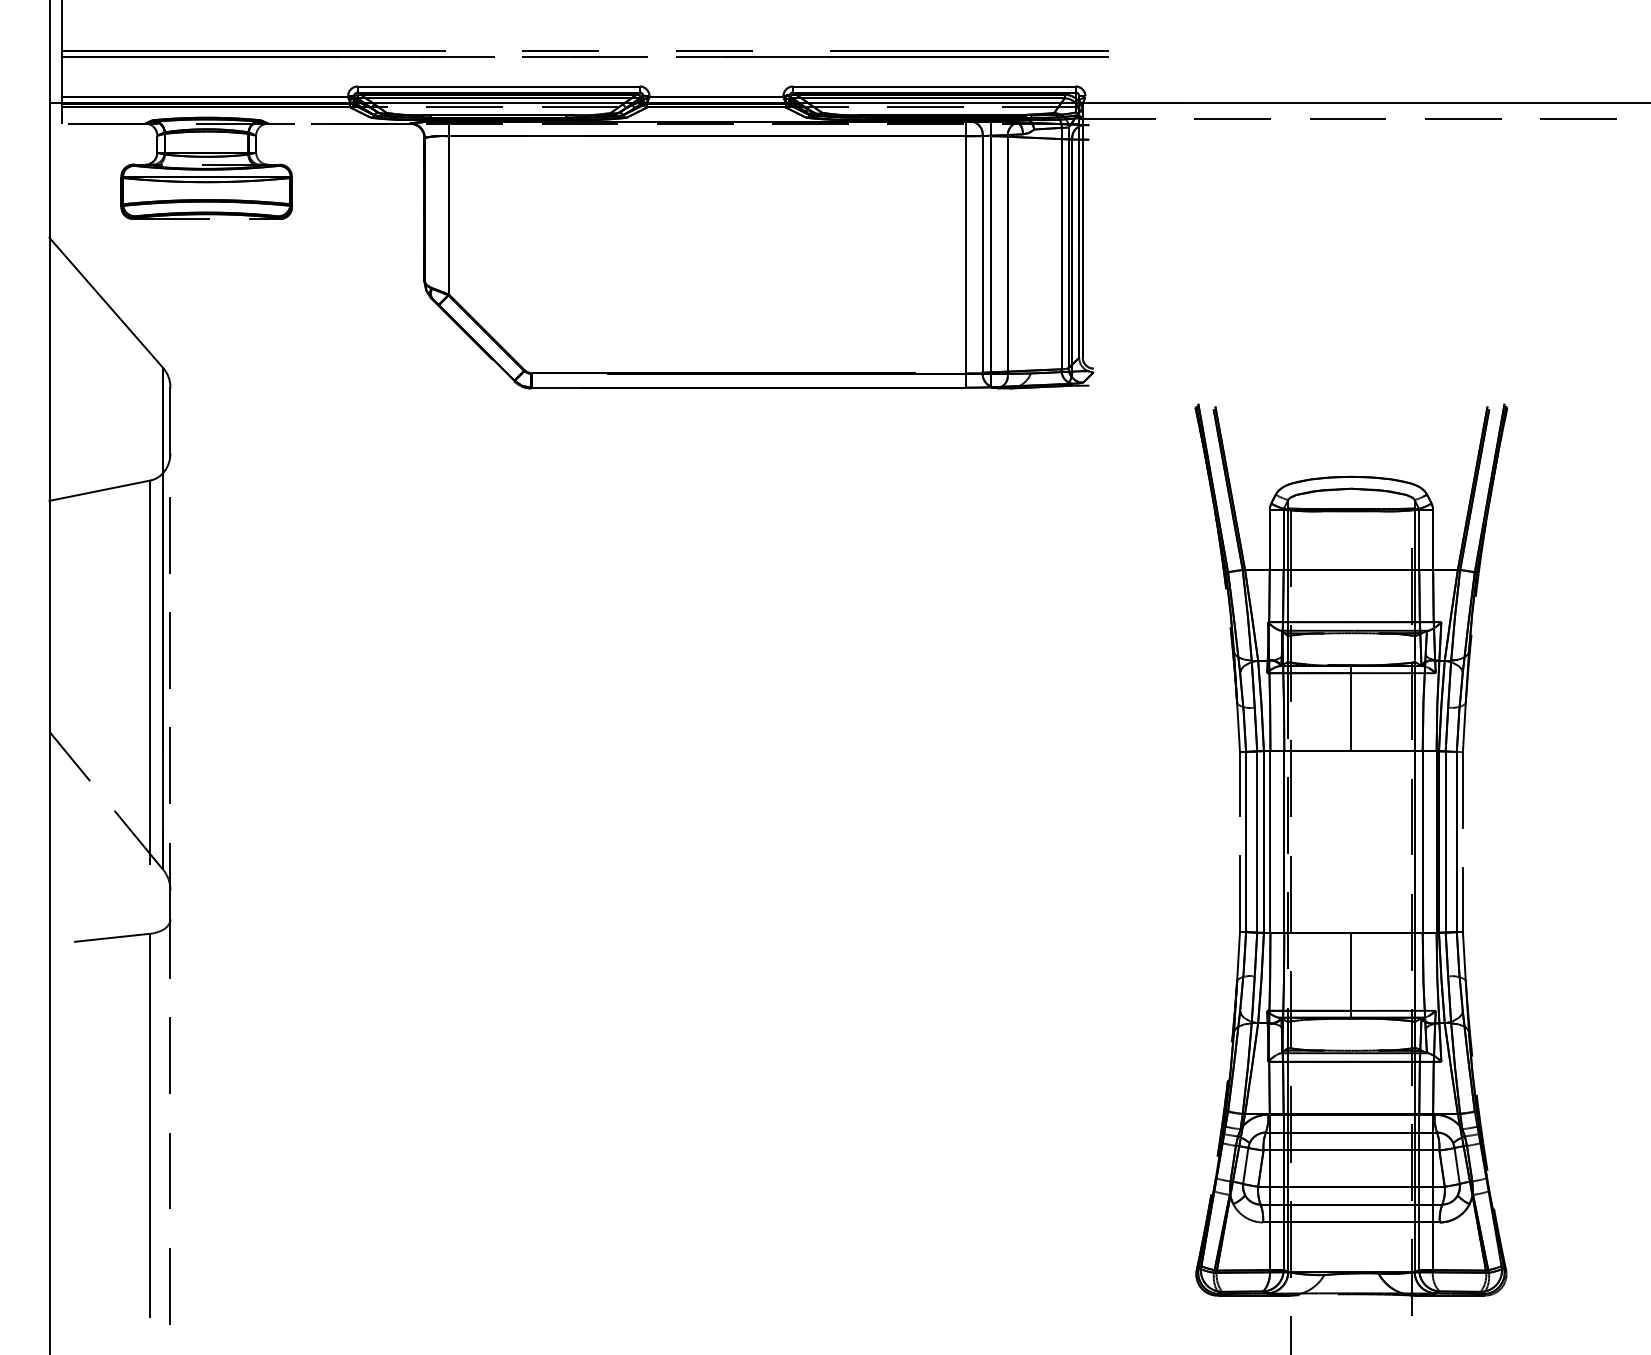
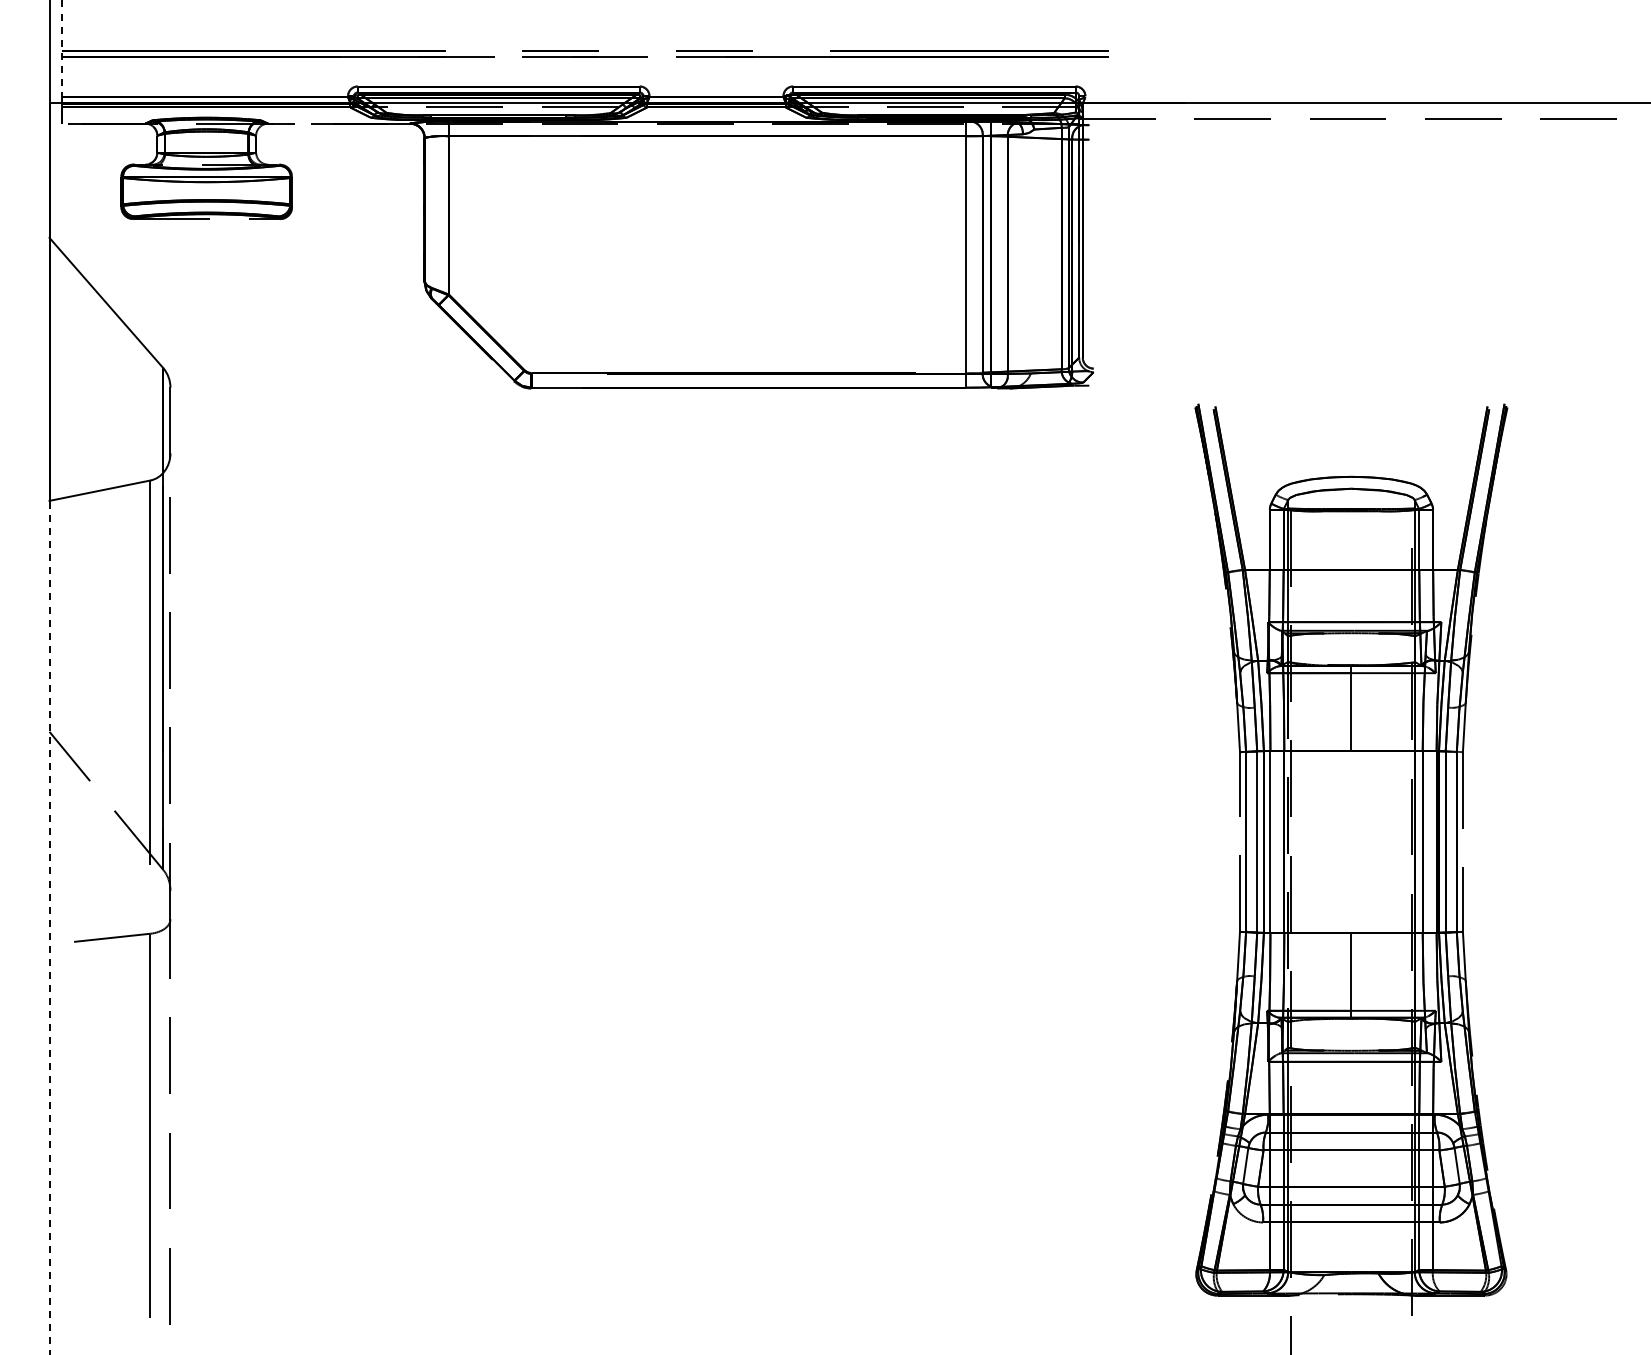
line at (61, 49): solid -> dashed
line at (49, 927): solid -> dashed
